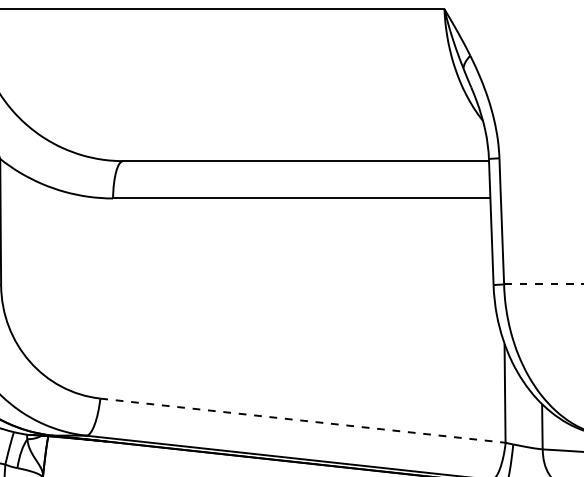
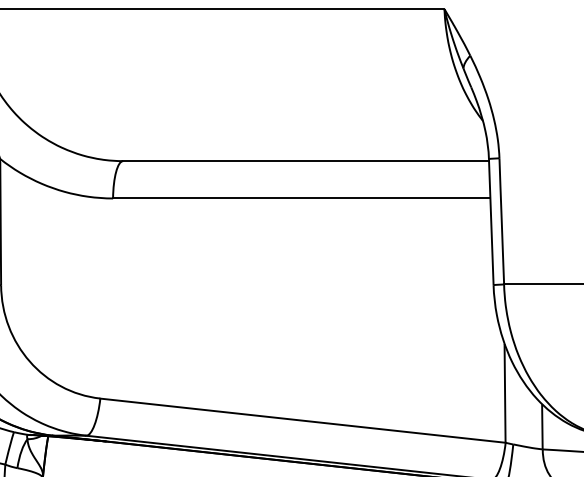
line at (543, 284): dashed -> solid
line at (303, 420): dashed -> solid
